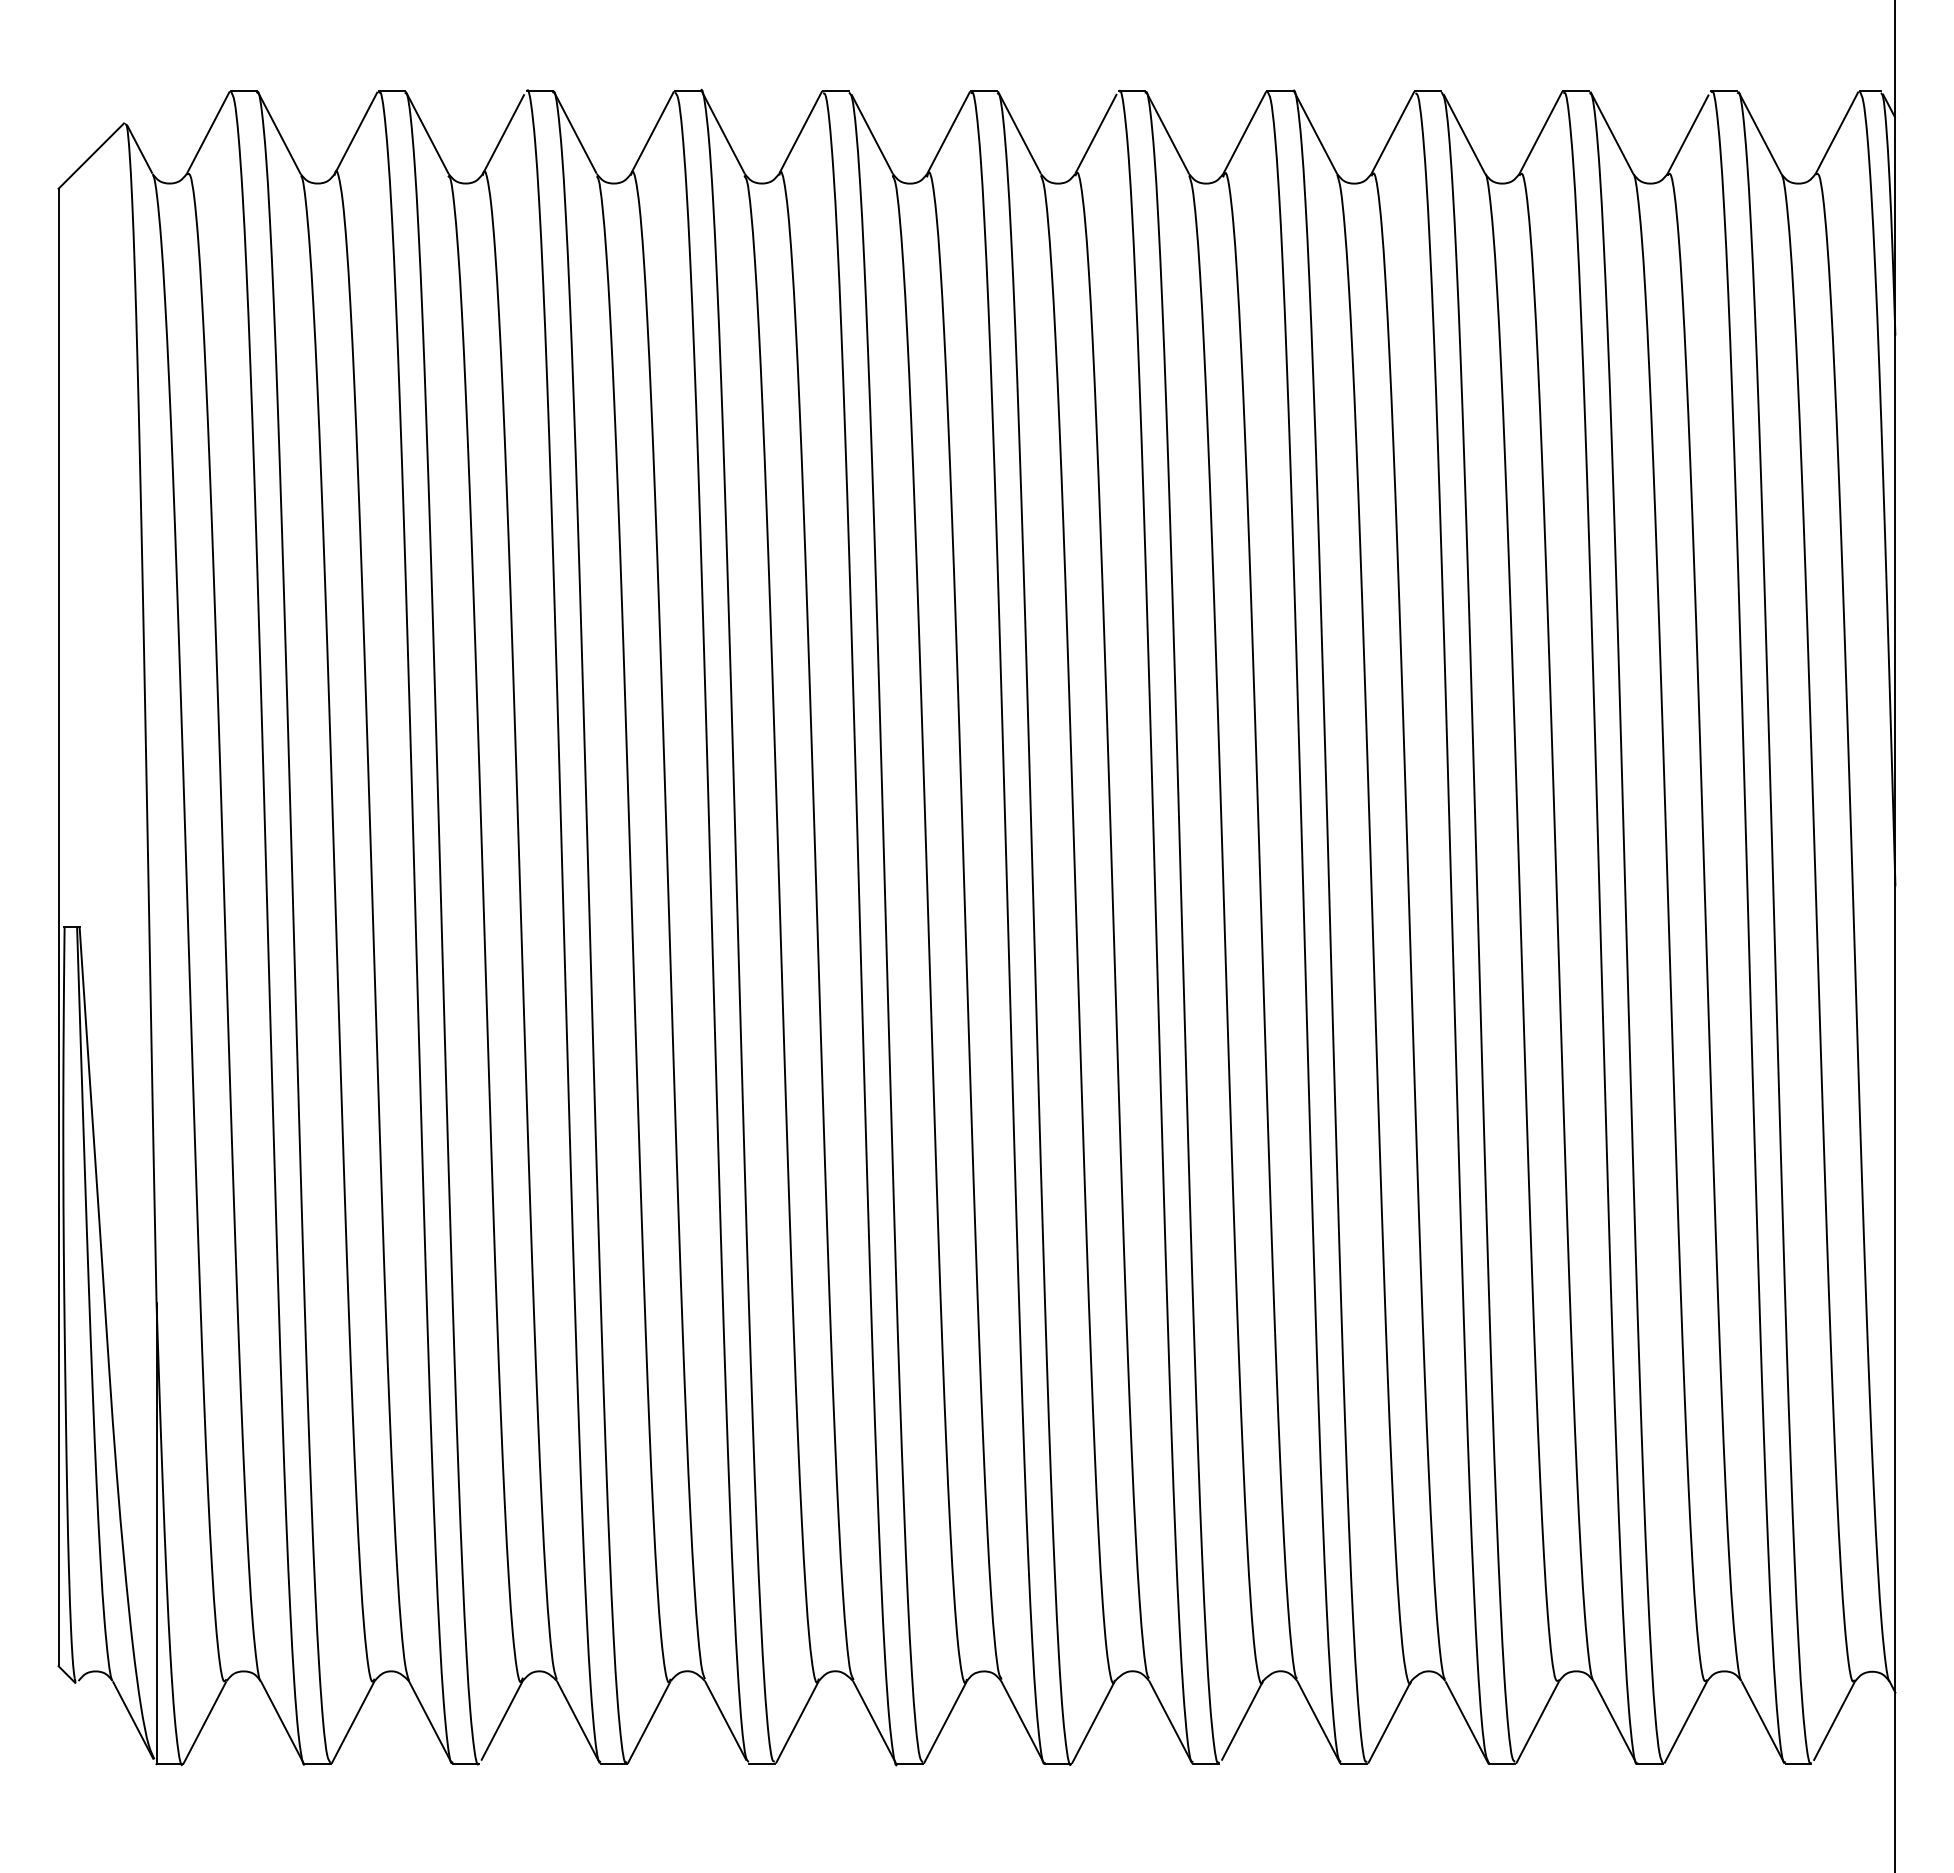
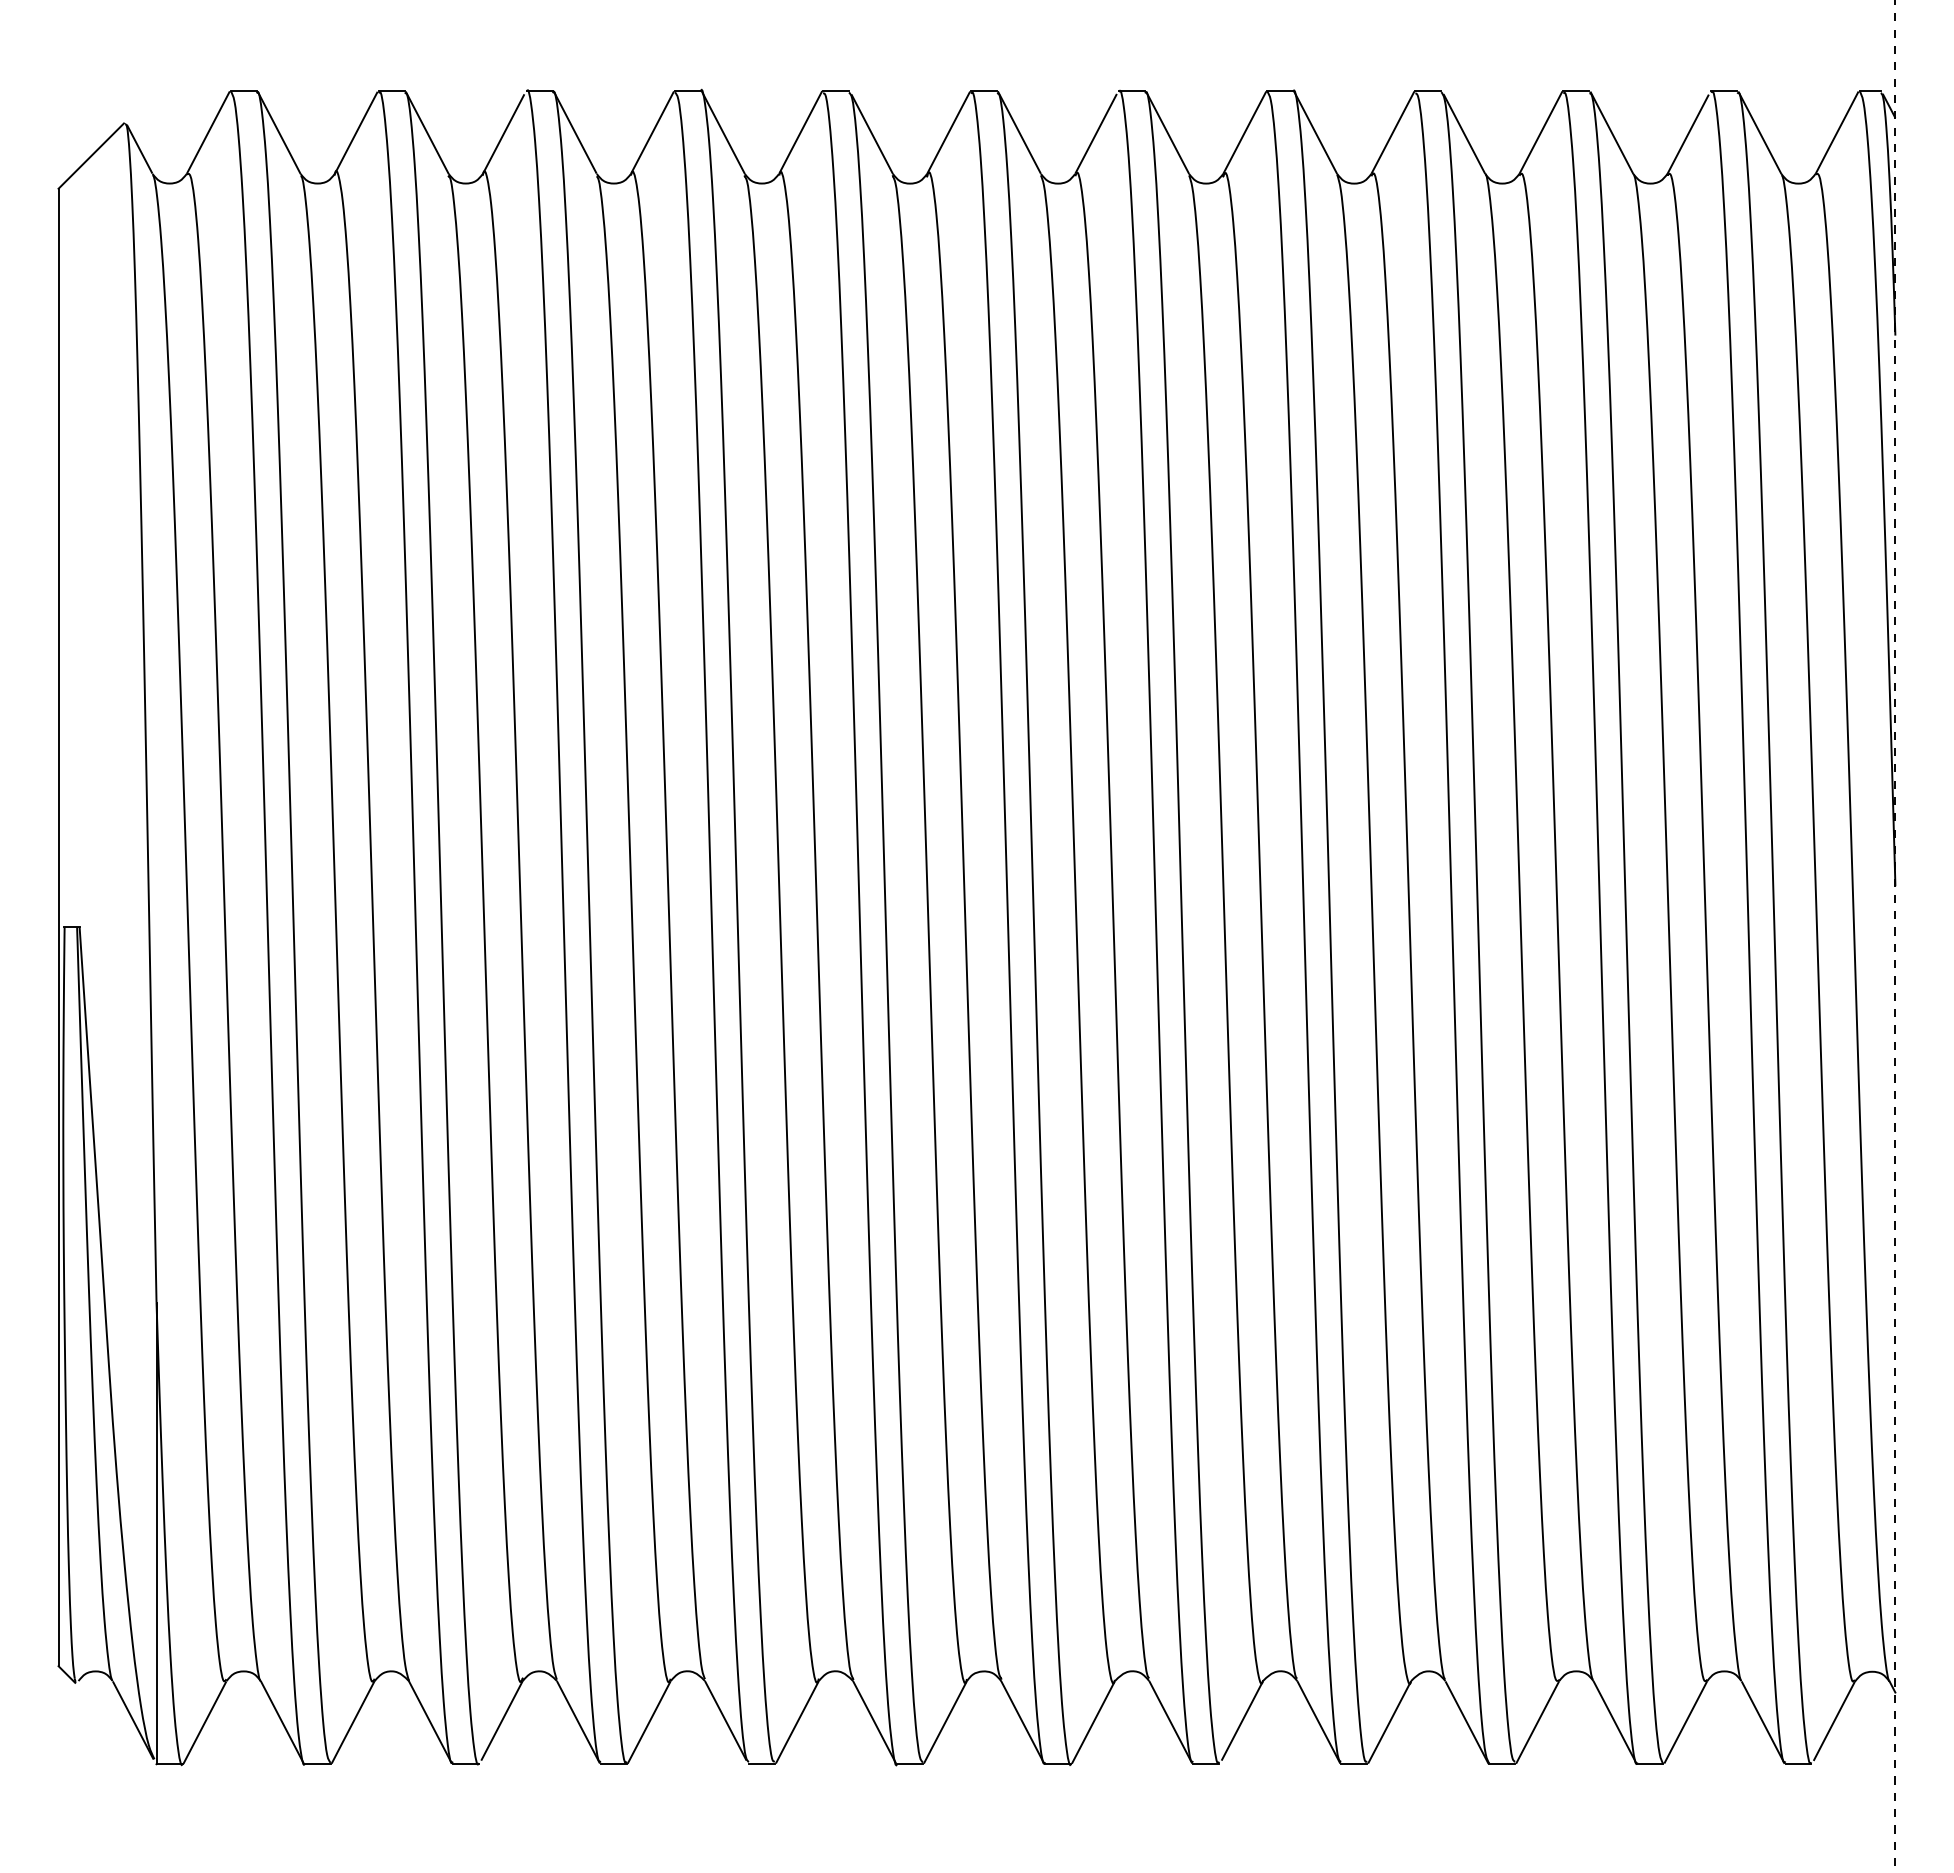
line at (1895, 936): solid -> dashed
